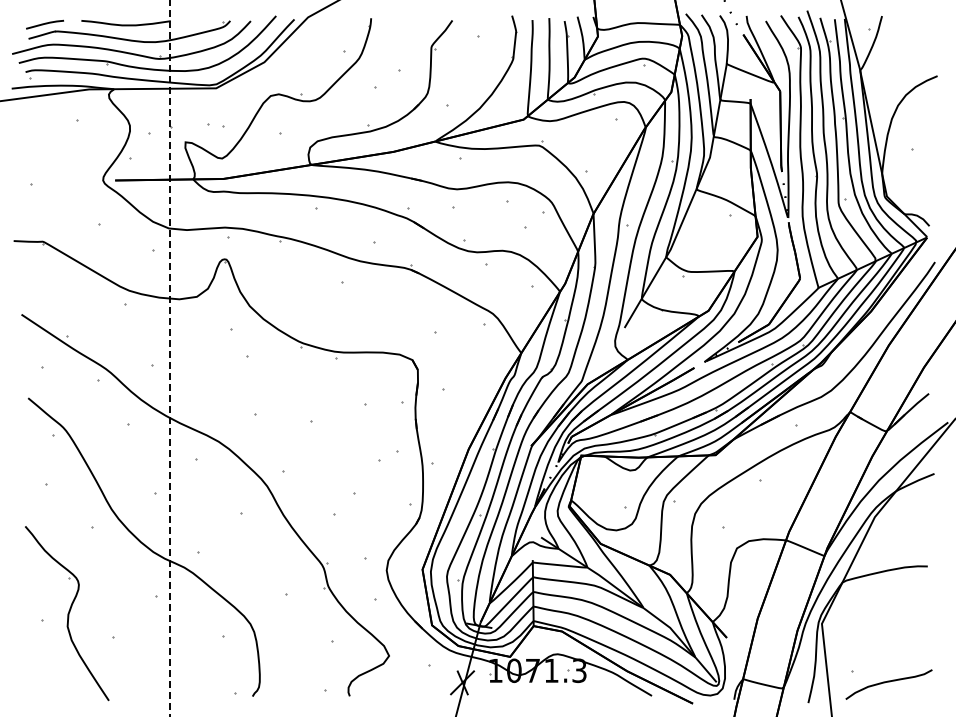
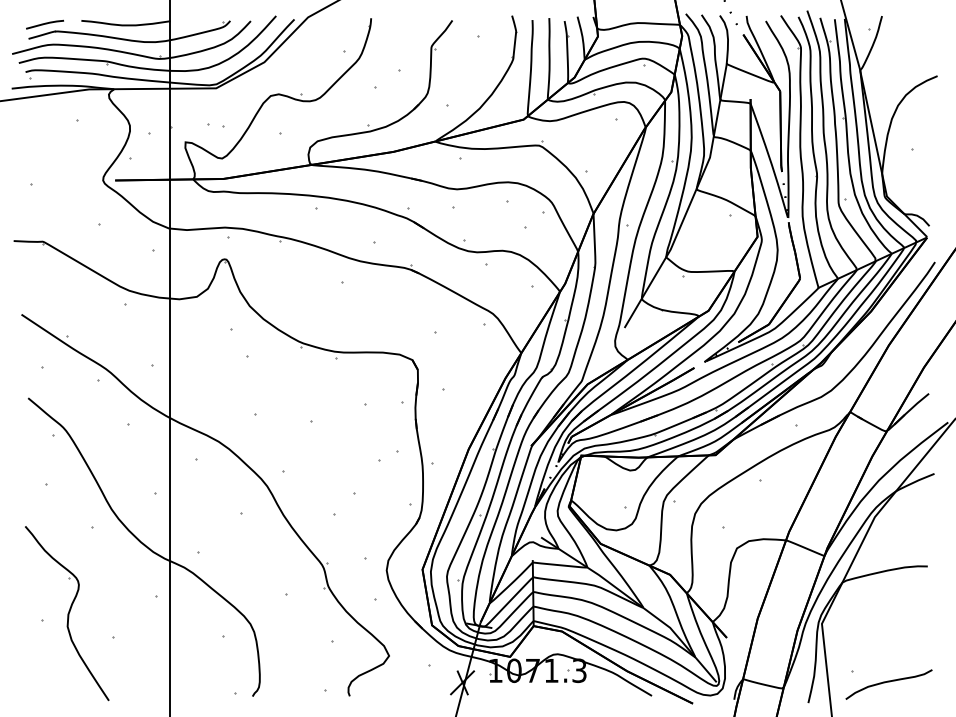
line at (169, 358): dashed -> solid
